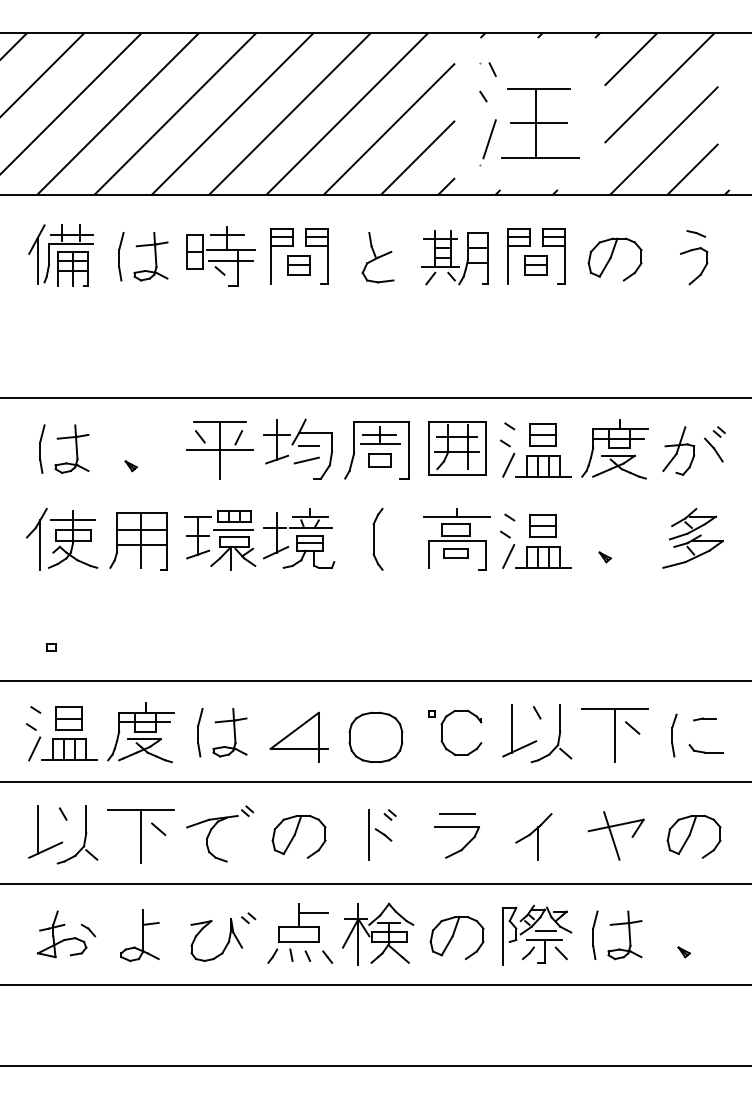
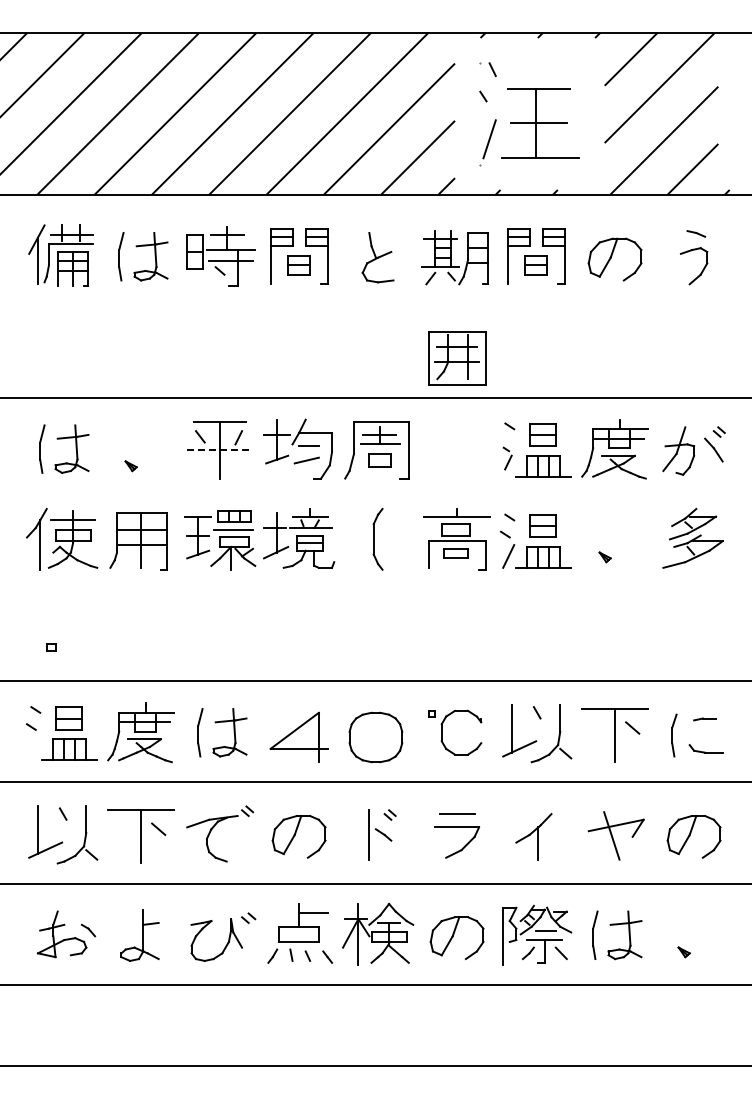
part at (457, 448) position: (457, 448) -> (457, 358)
line at (220, 450): solid -> dashed
part at (507, 458) size: 16x39 px -> 11x25 px
line at (34, 748): present -> none
